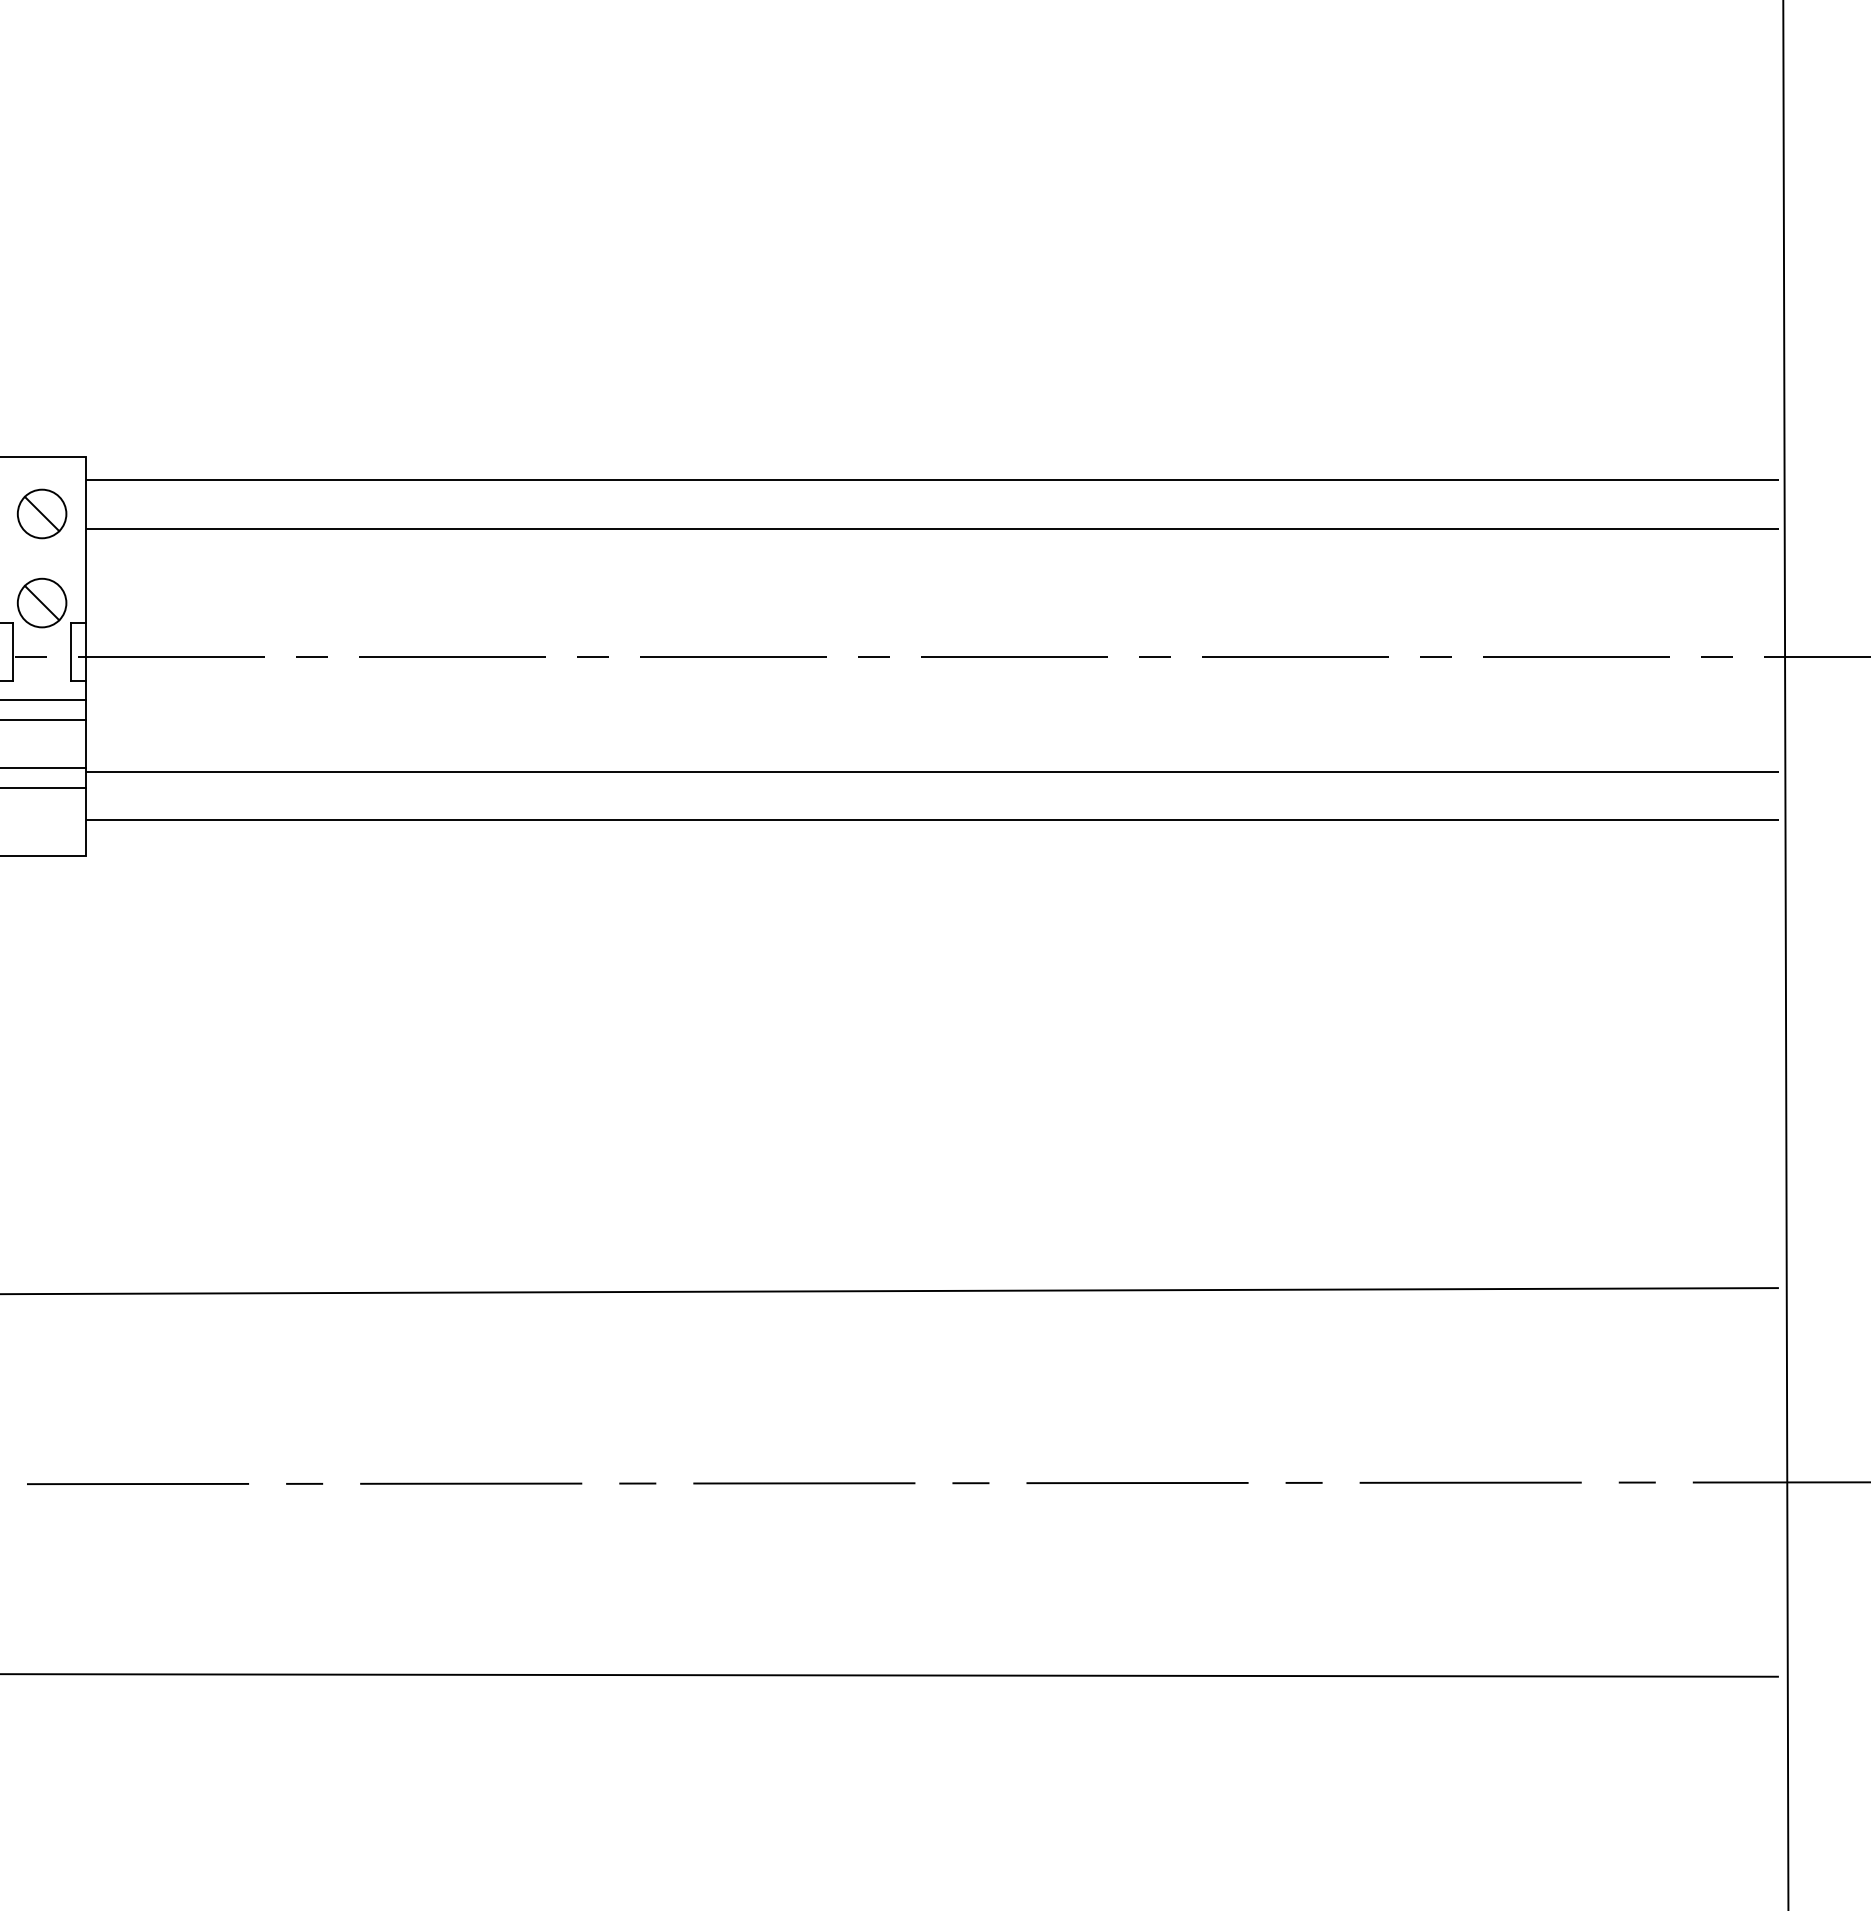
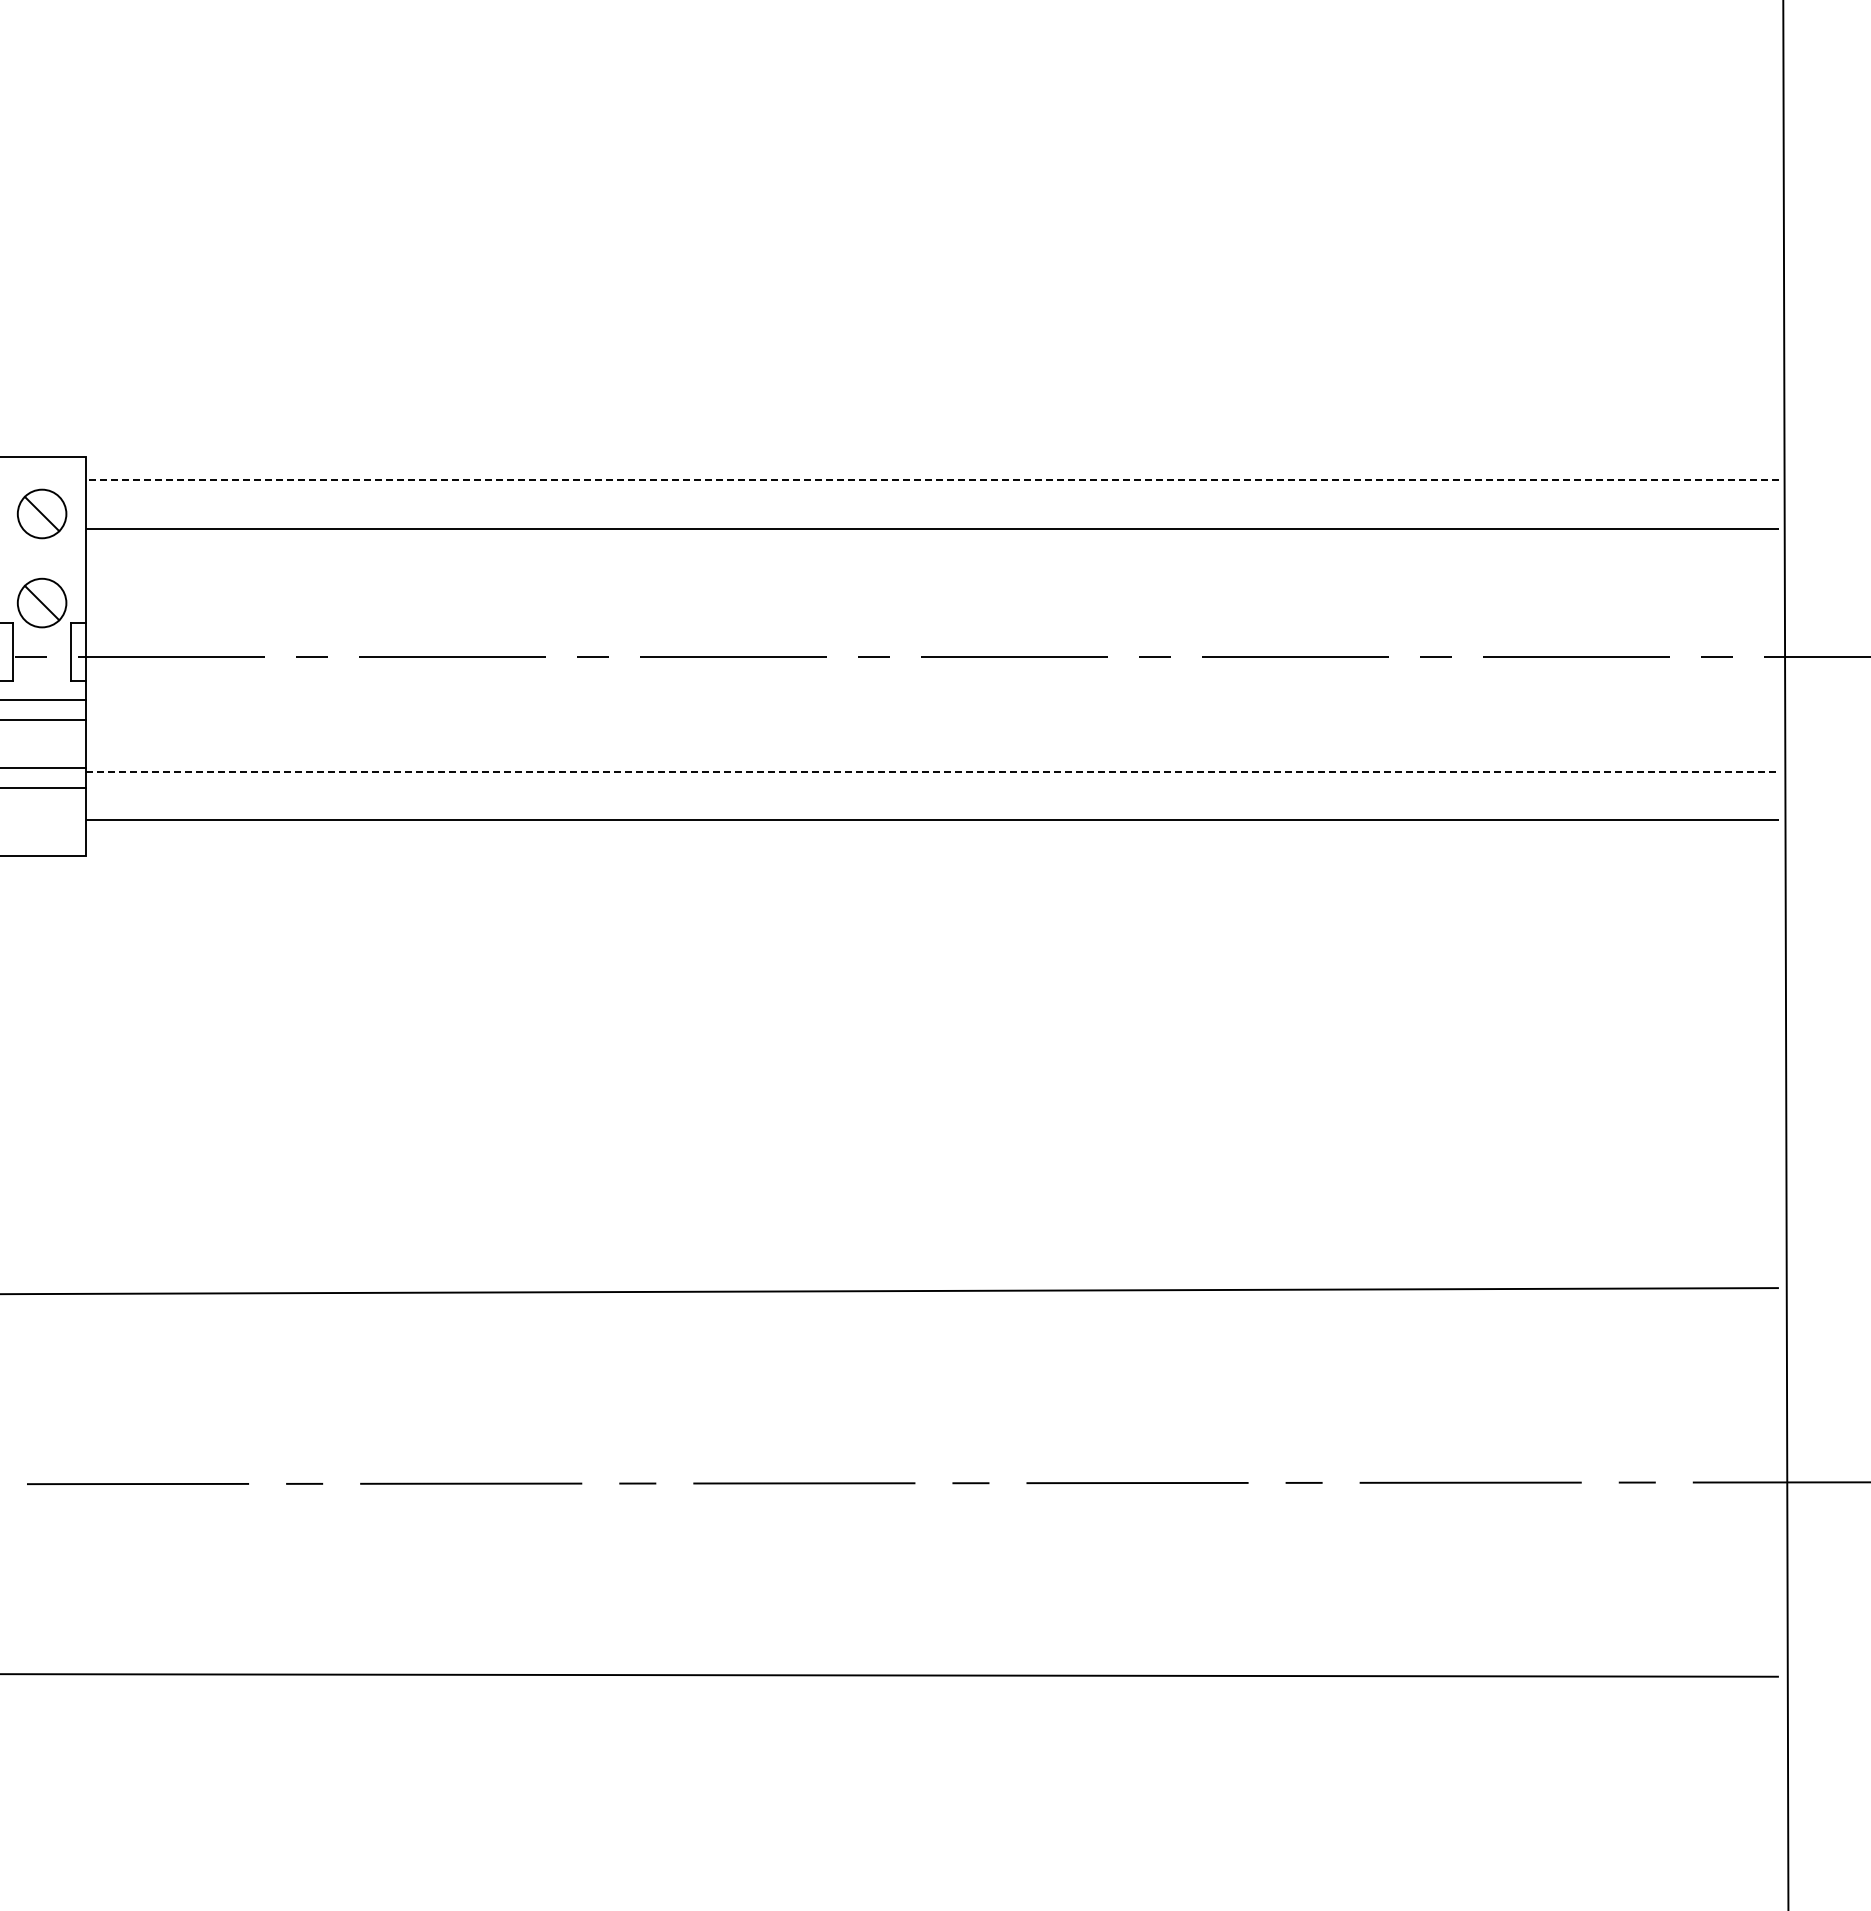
line at (931, 480): solid -> dashed
line at (932, 771): solid -> dashed
